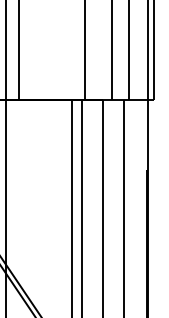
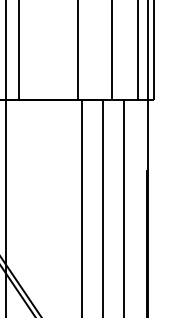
line at (84, 50) position: (84, 50) -> (77, 50)
line at (129, 50) position: (129, 50) -> (138, 50)
line at (71, 206): present -> none
